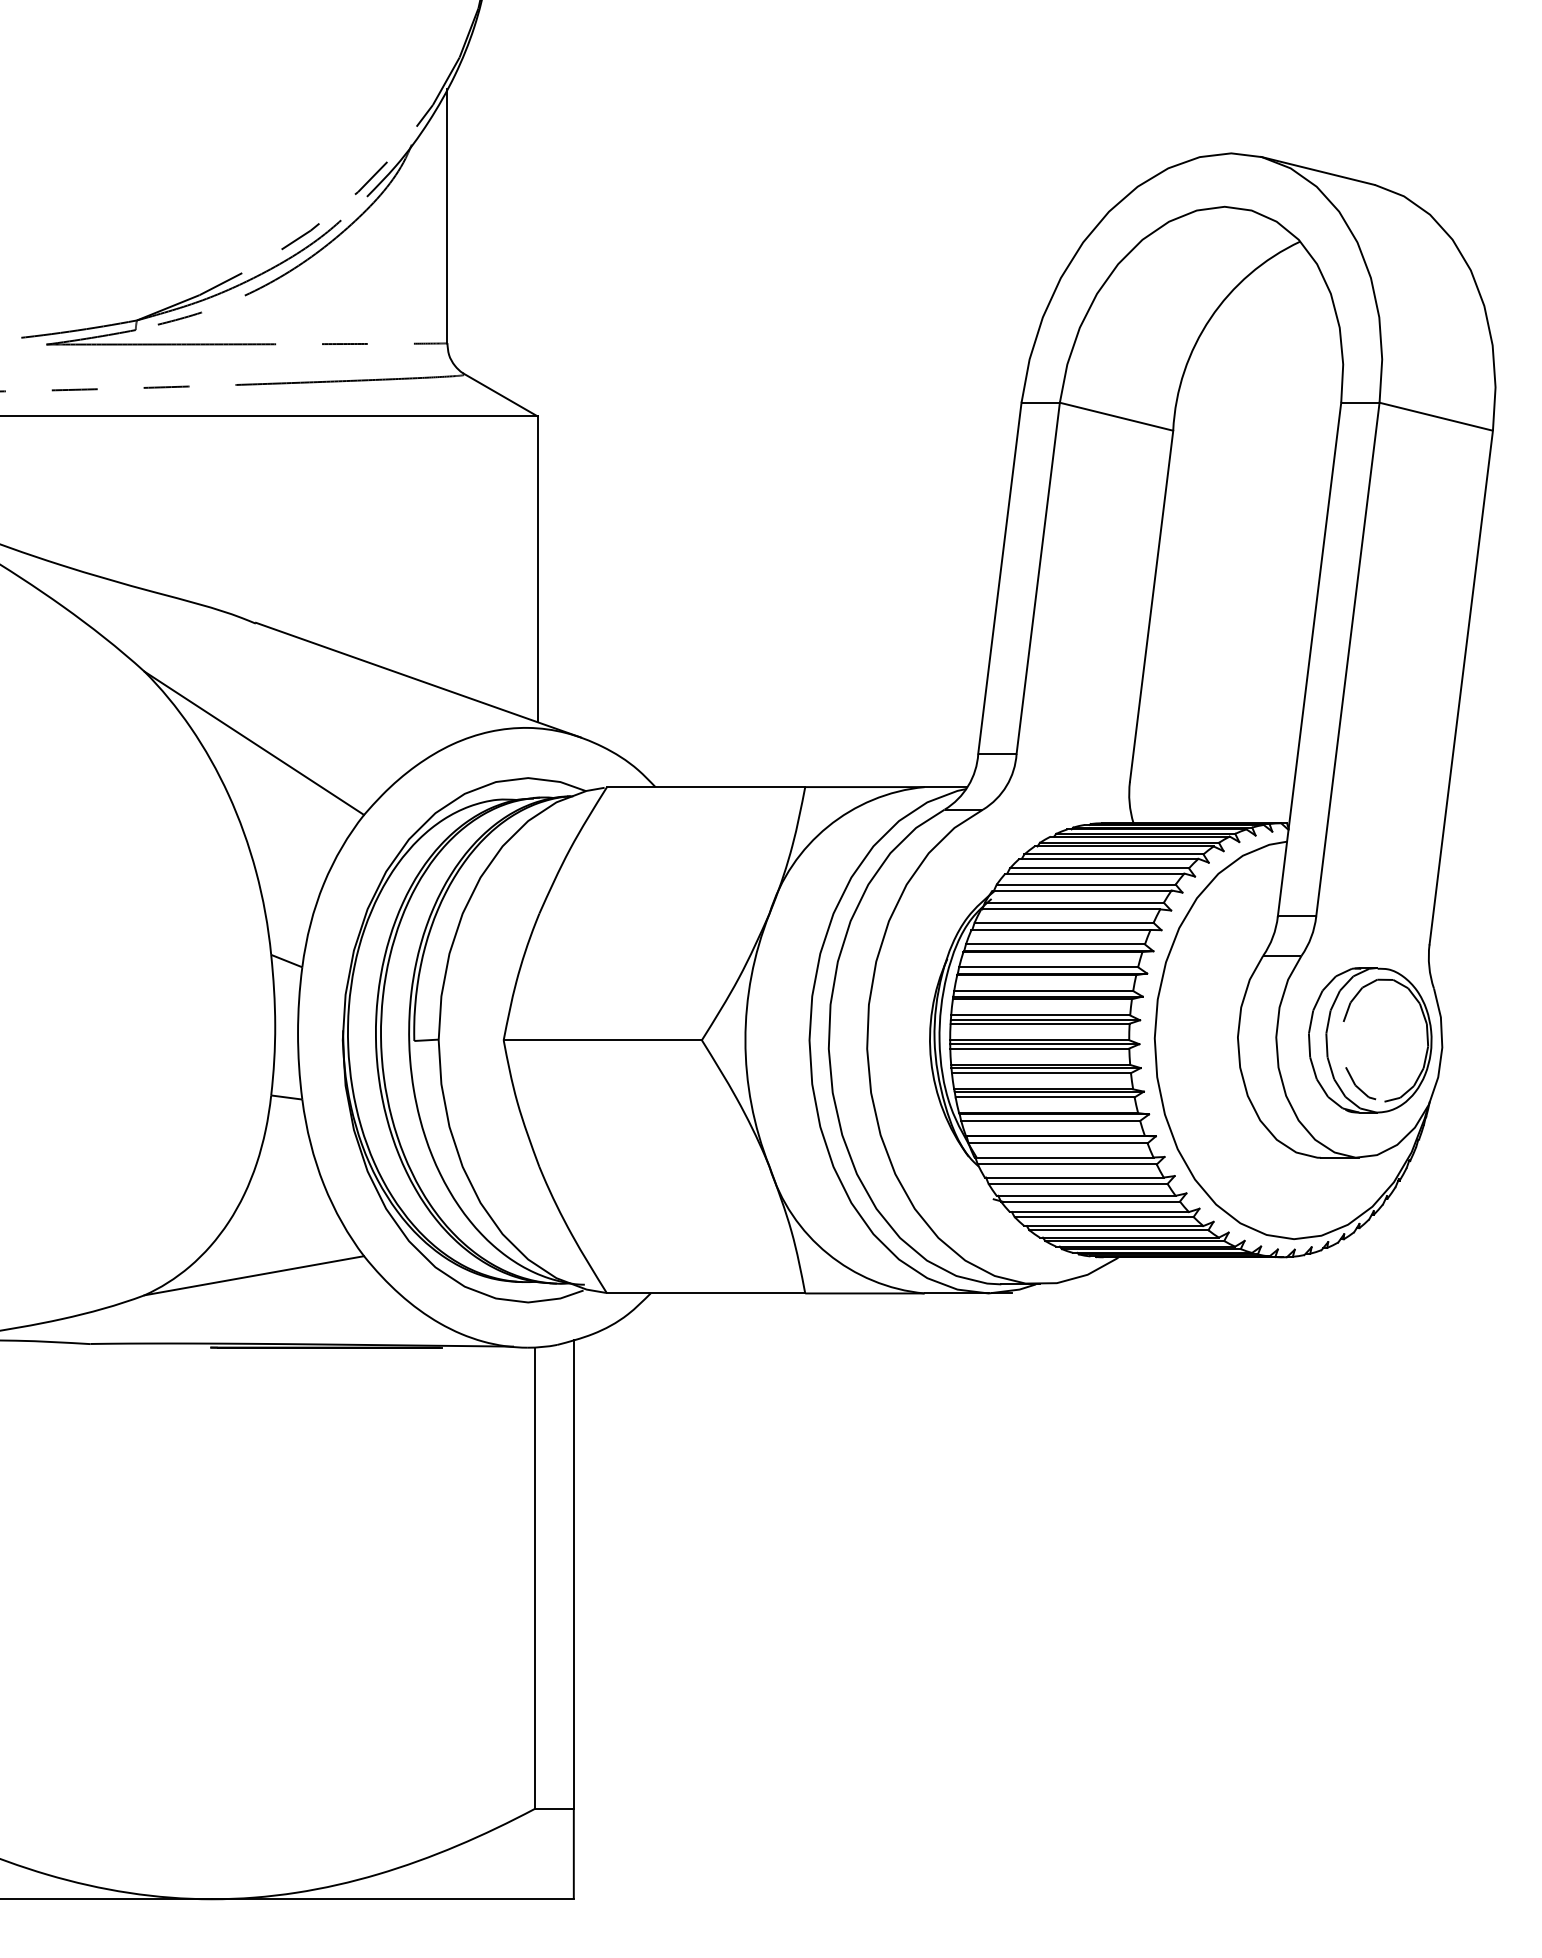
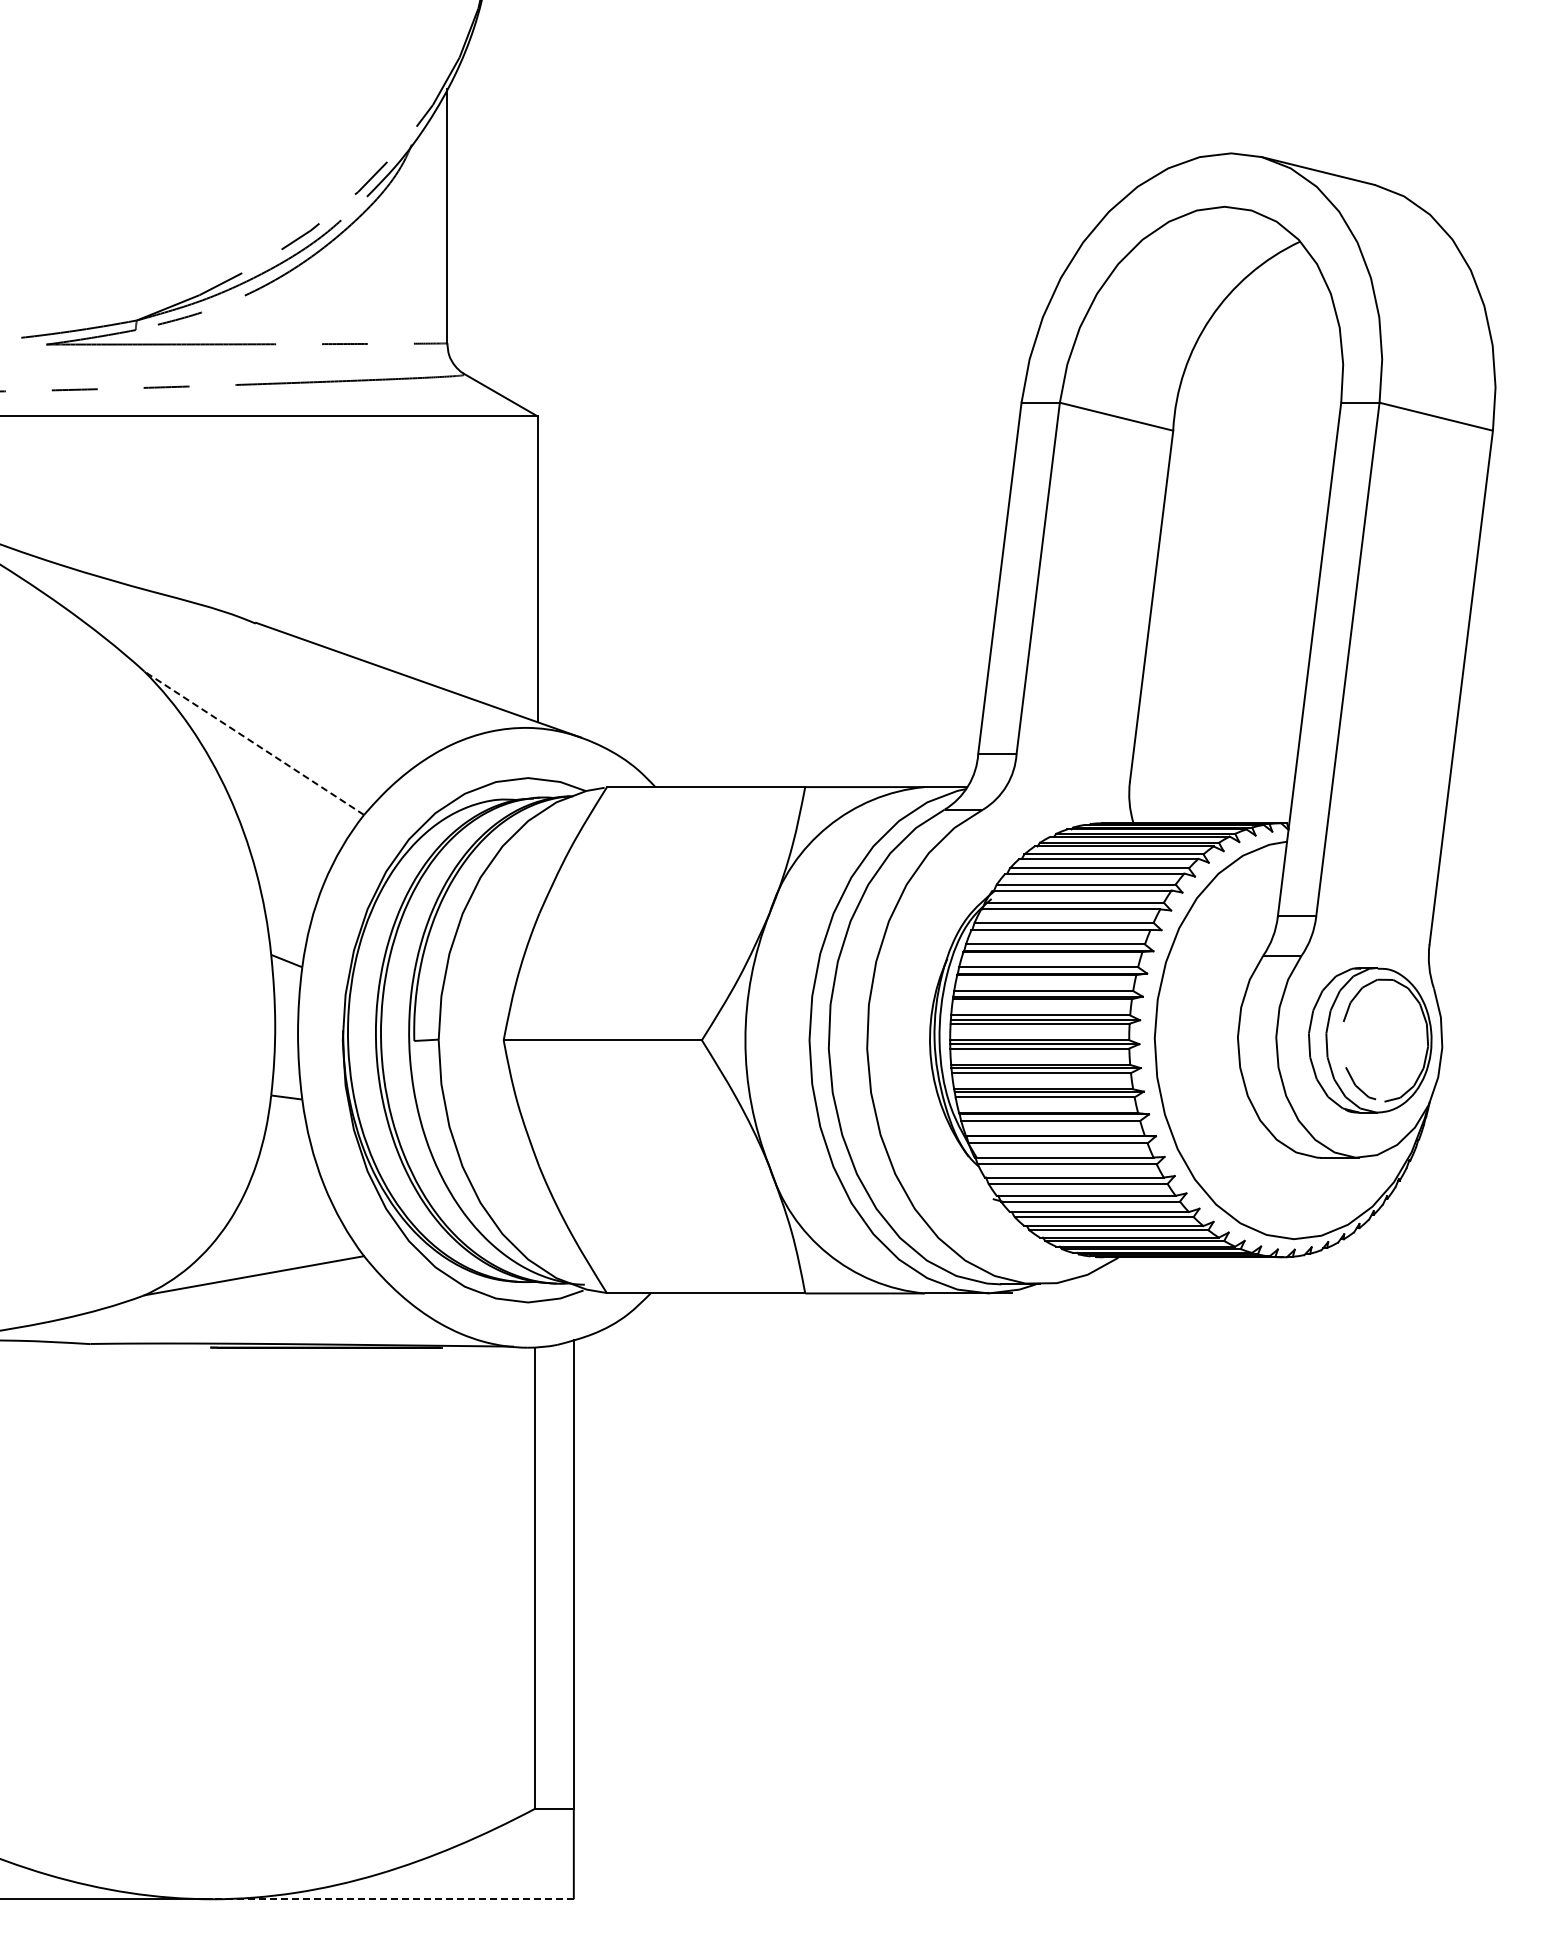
line at (253, 743): solid -> dashed
line at (392, 1899): solid -> dashed
